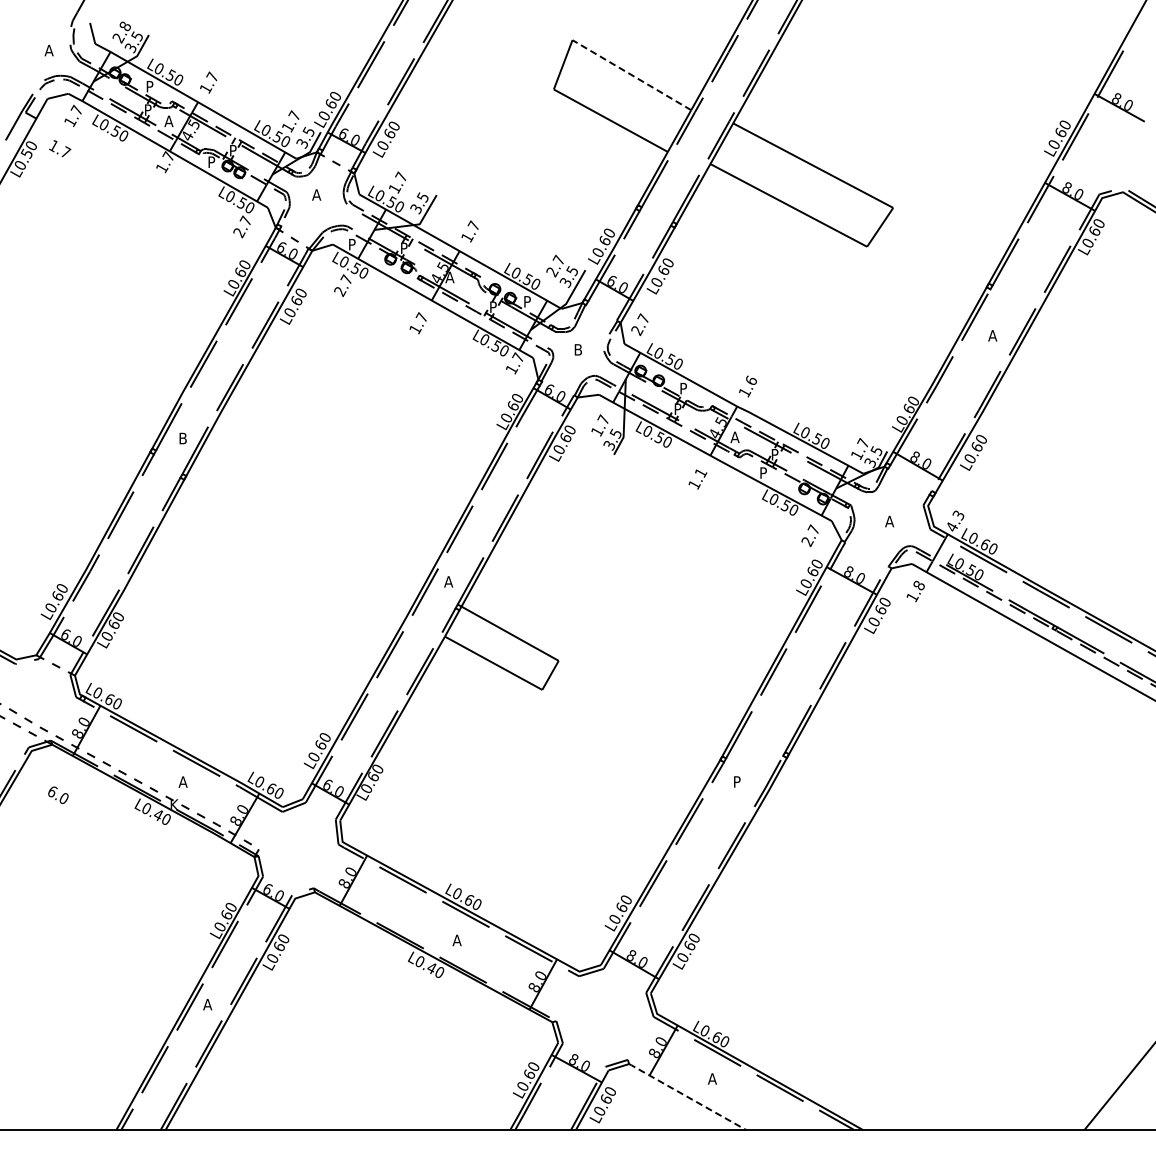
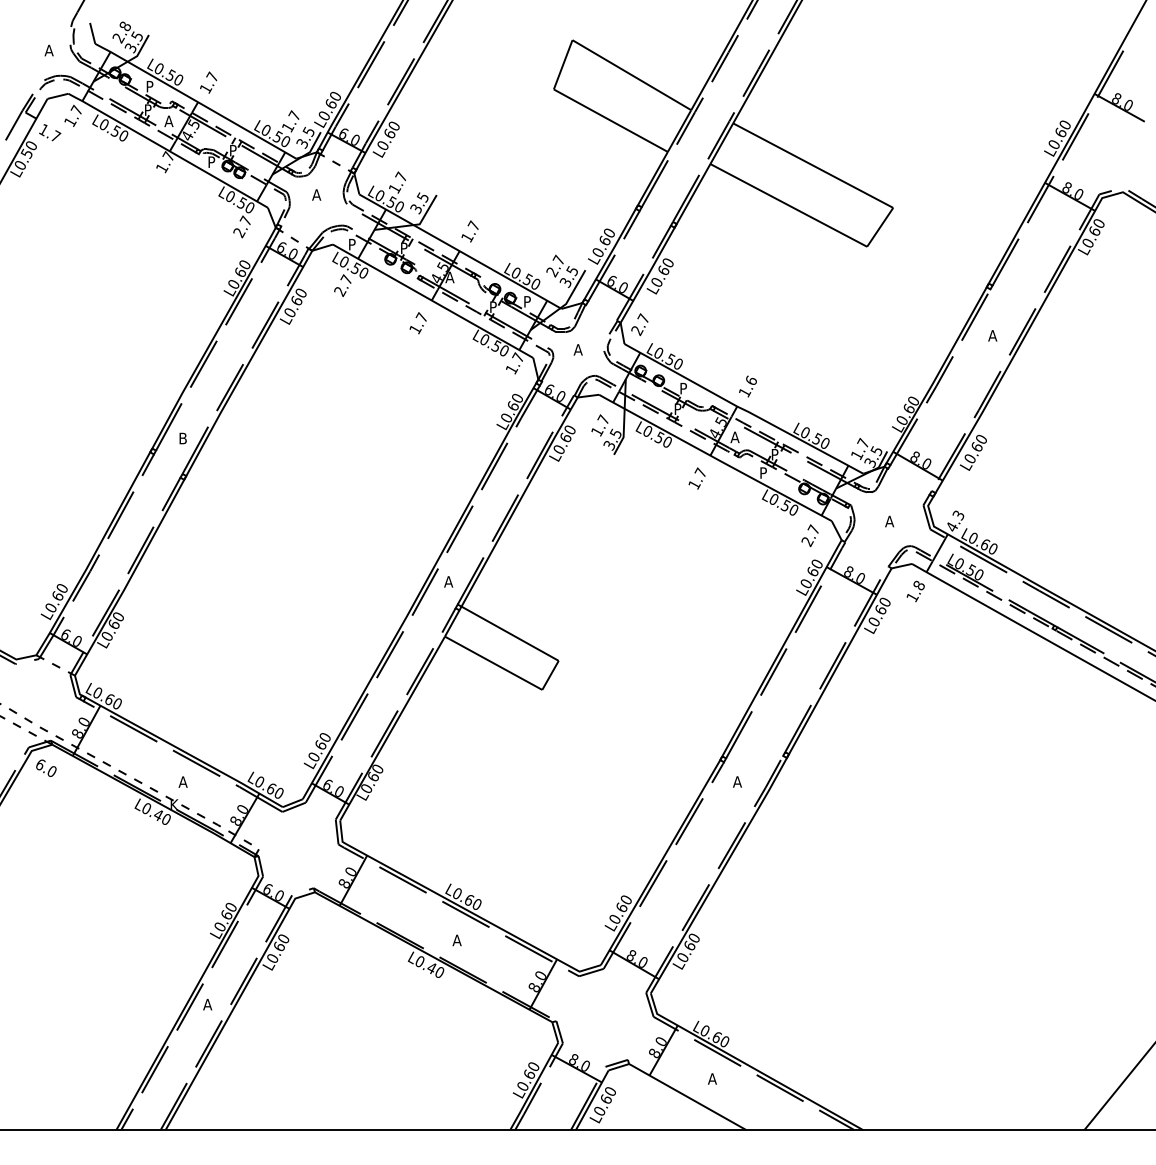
line at (631, 75): dashed -> solid
text at (60, 148) position: (60, 148) -> (50, 132)
text at (577, 349): B -> A
text at (700, 472): 1.1 -> 1.7
text at (737, 781): P -> A
text at (58, 794) position: (58, 794) -> (46, 767)
line at (686, 1096): dashed -> solid
